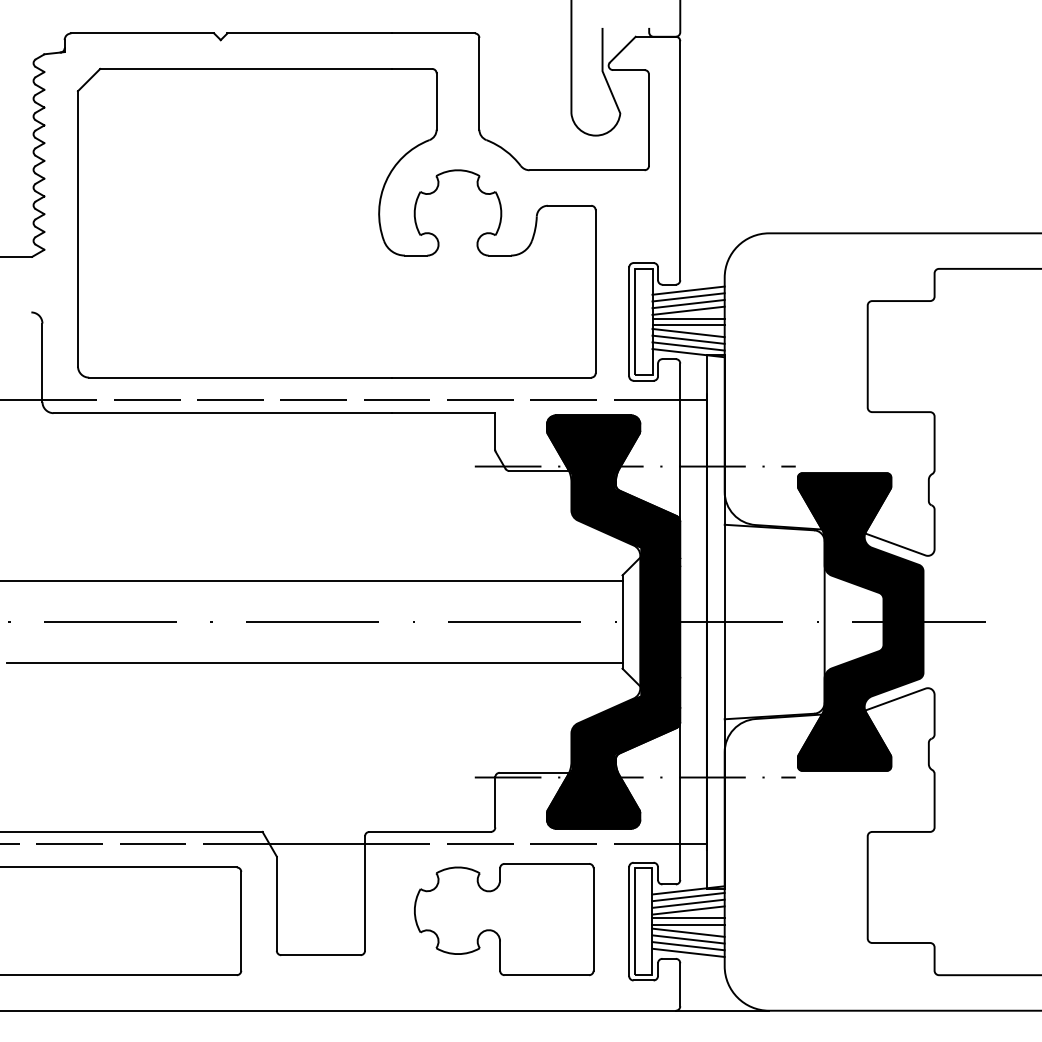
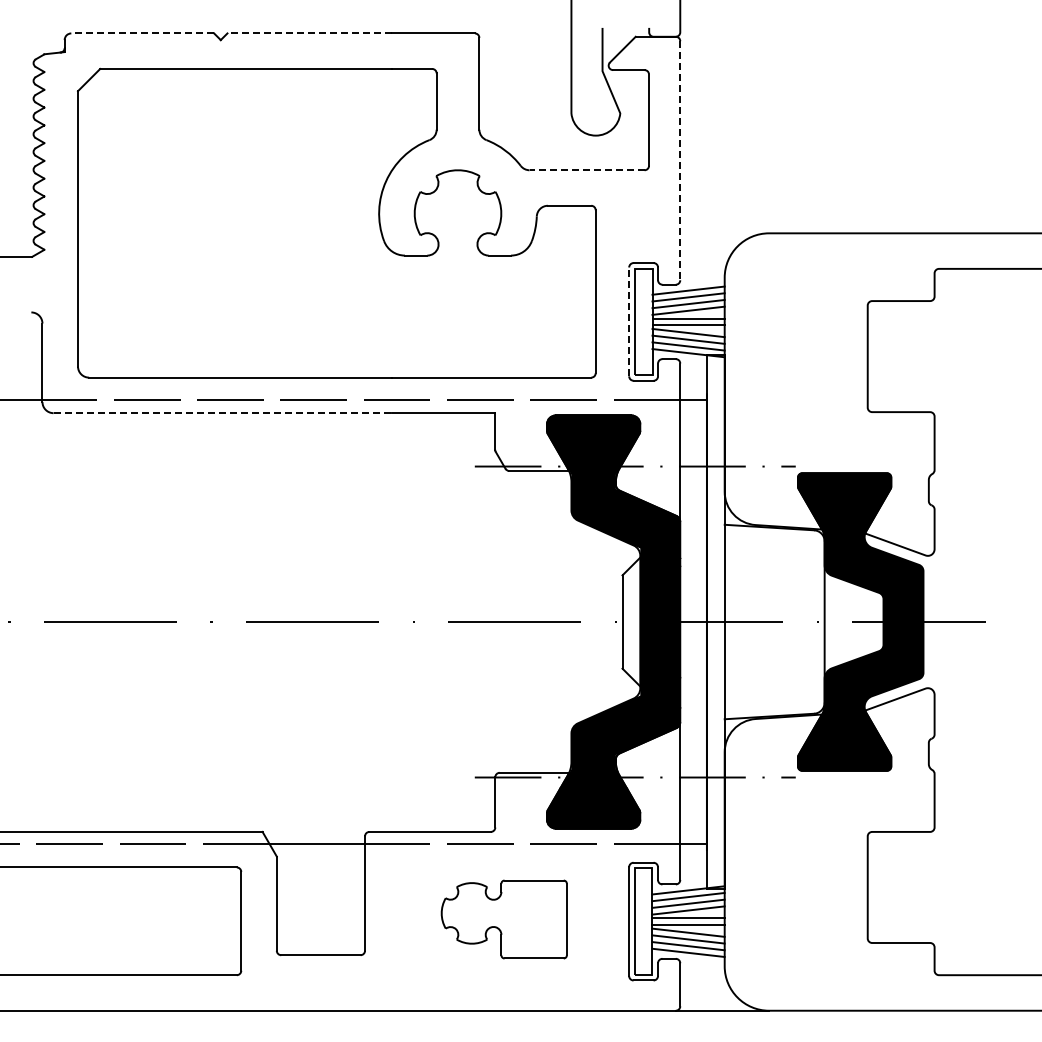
line at (142, 33): solid -> dashed
line at (309, 33): solid -> dashed
line at (680, 160): solid -> dashed
line at (587, 170): solid -> dashed
line at (629, 321): solid -> dashed
line at (222, 413): solid -> dashed
line at (312, 580): present -> none
line at (314, 663): present -> none
part at (504, 919) size: 181x113 px -> 128x81 px
